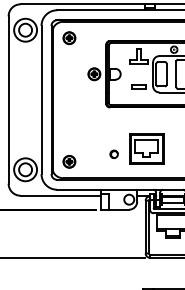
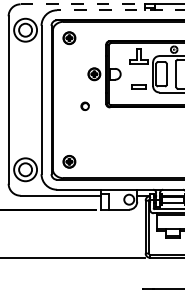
line at (83, 4): solid -> dashed
line at (120, 10): solid -> dashed
part at (146, 148): present -> none
part at (113, 153) position: (113, 153) -> (84, 105)
